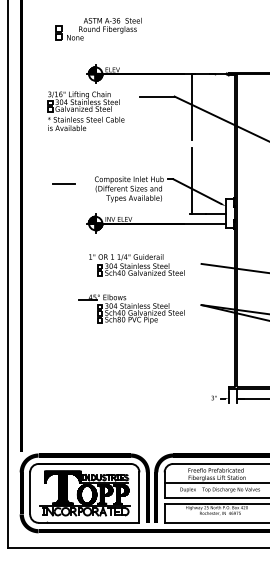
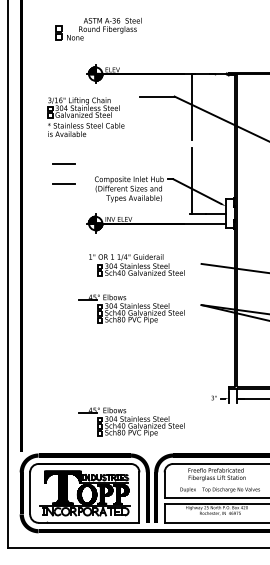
part at (85, 110) position: (85, 110) -> (85, 116)
line at (63, 163): none -> present
part at (131, 421): none -> present
line at (215, 483): present -> none
